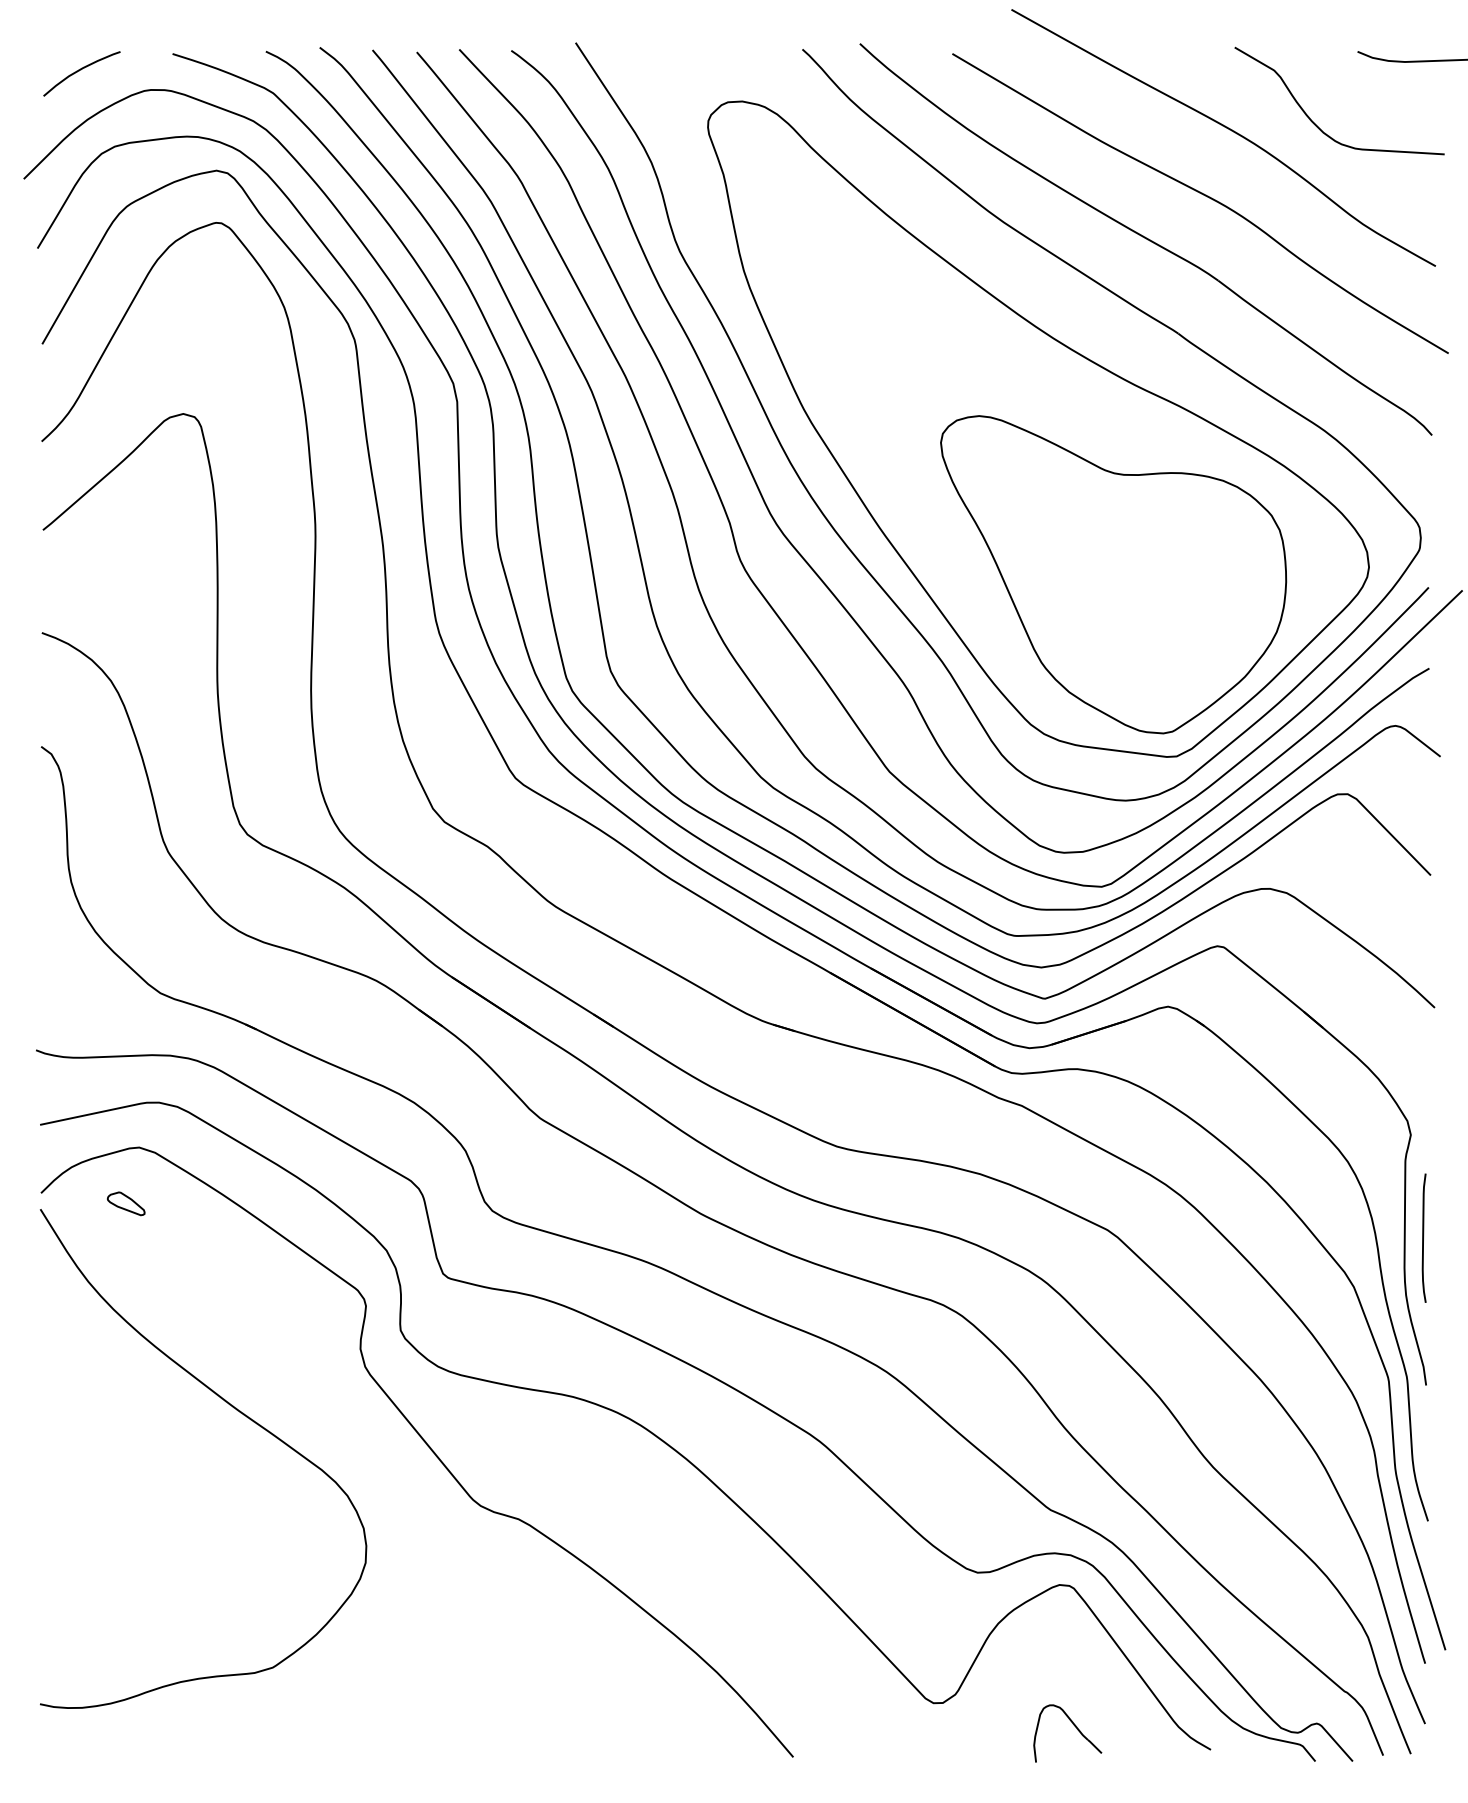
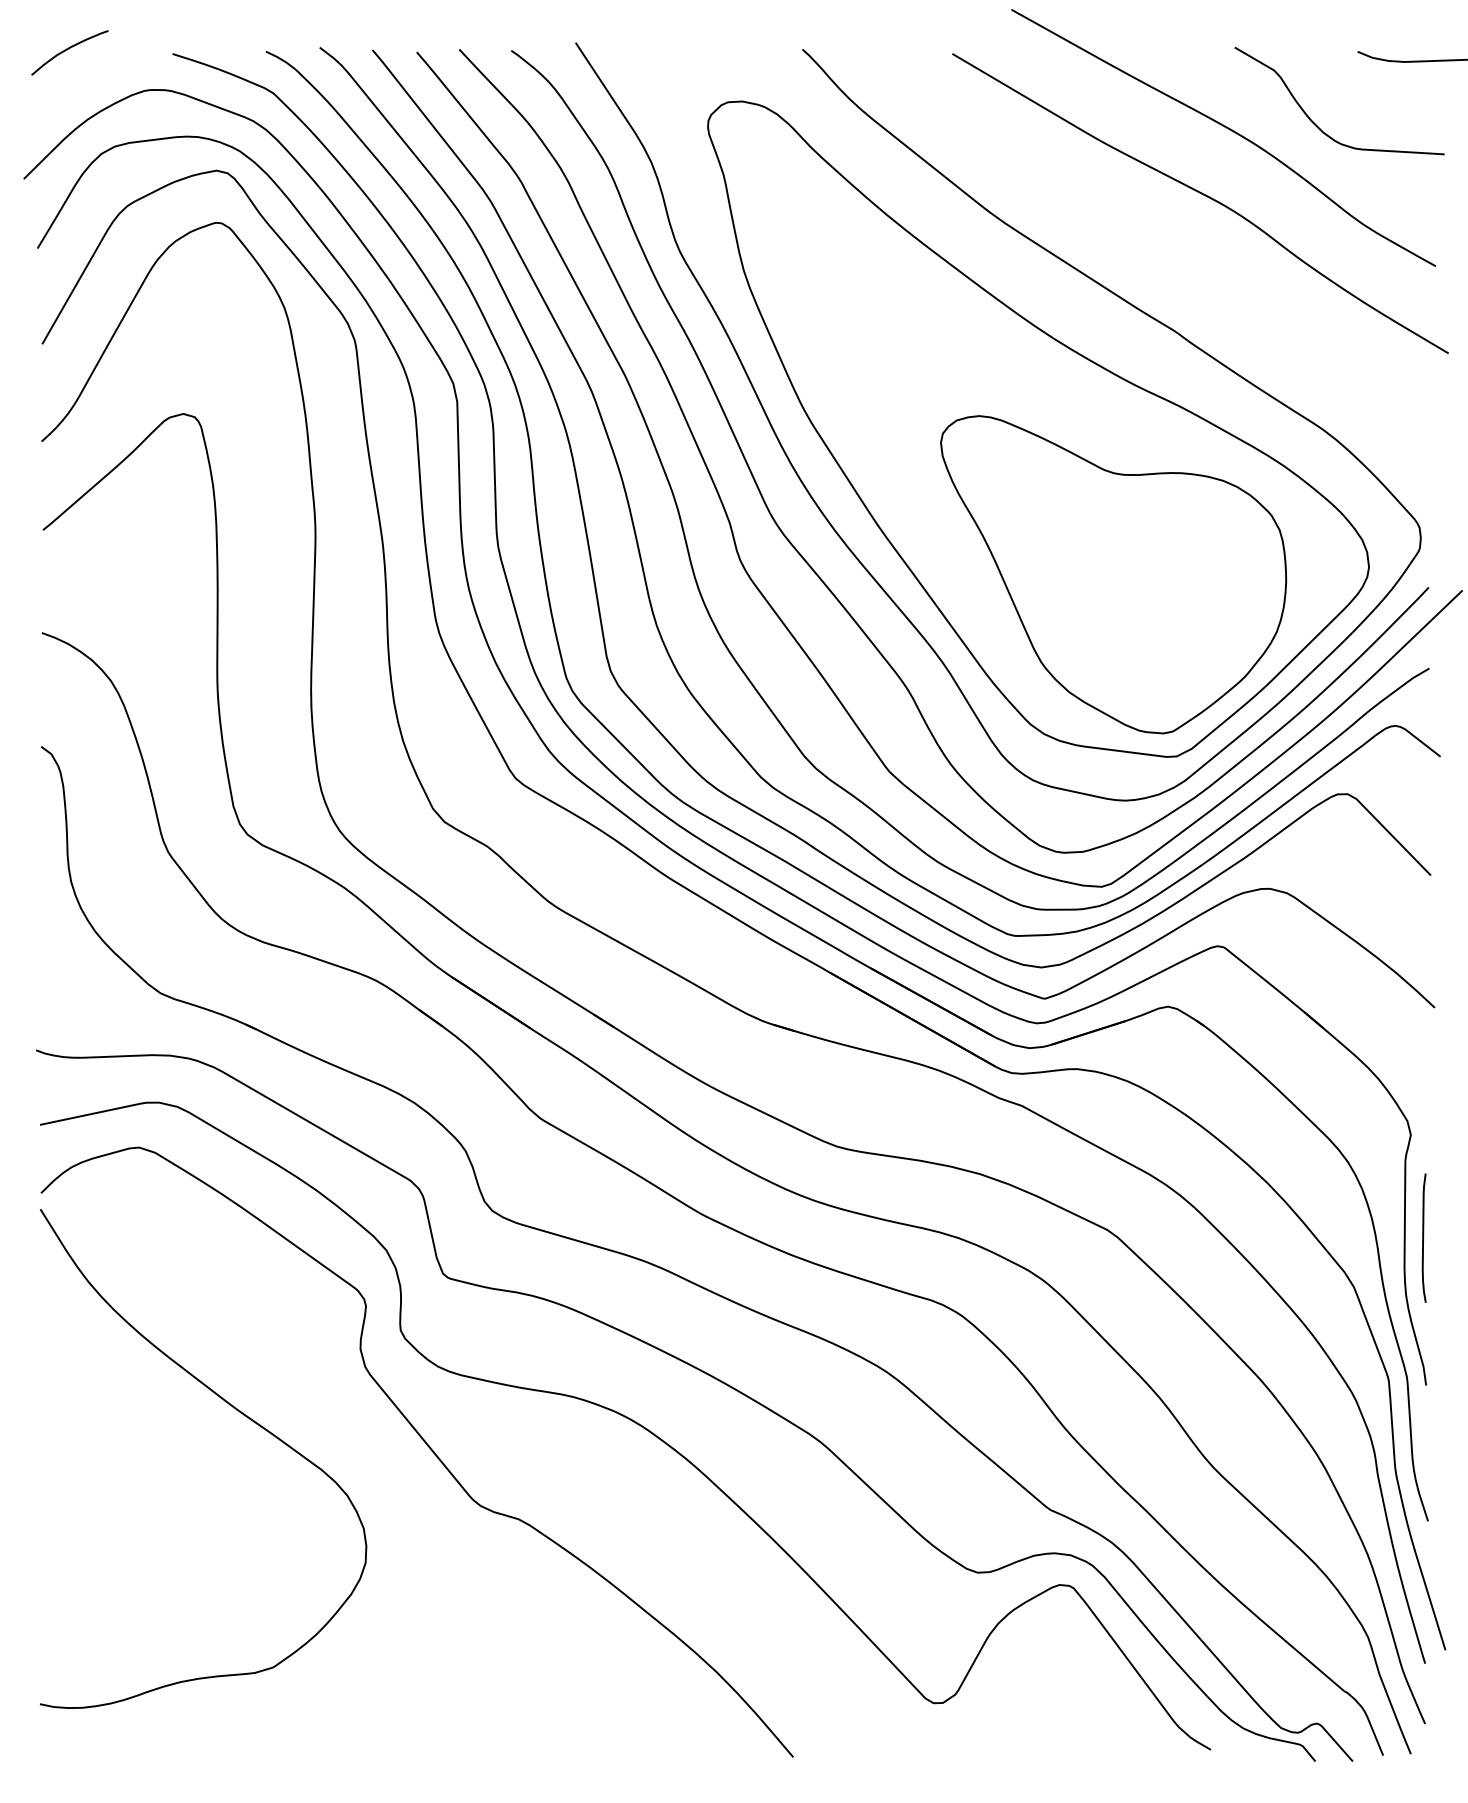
curve at (79, 71) position: (79, 71) -> (67, 50)
part at (1145, 239): present -> none
part at (126, 1203): present -> none
part at (1074, 1726): present -> none
